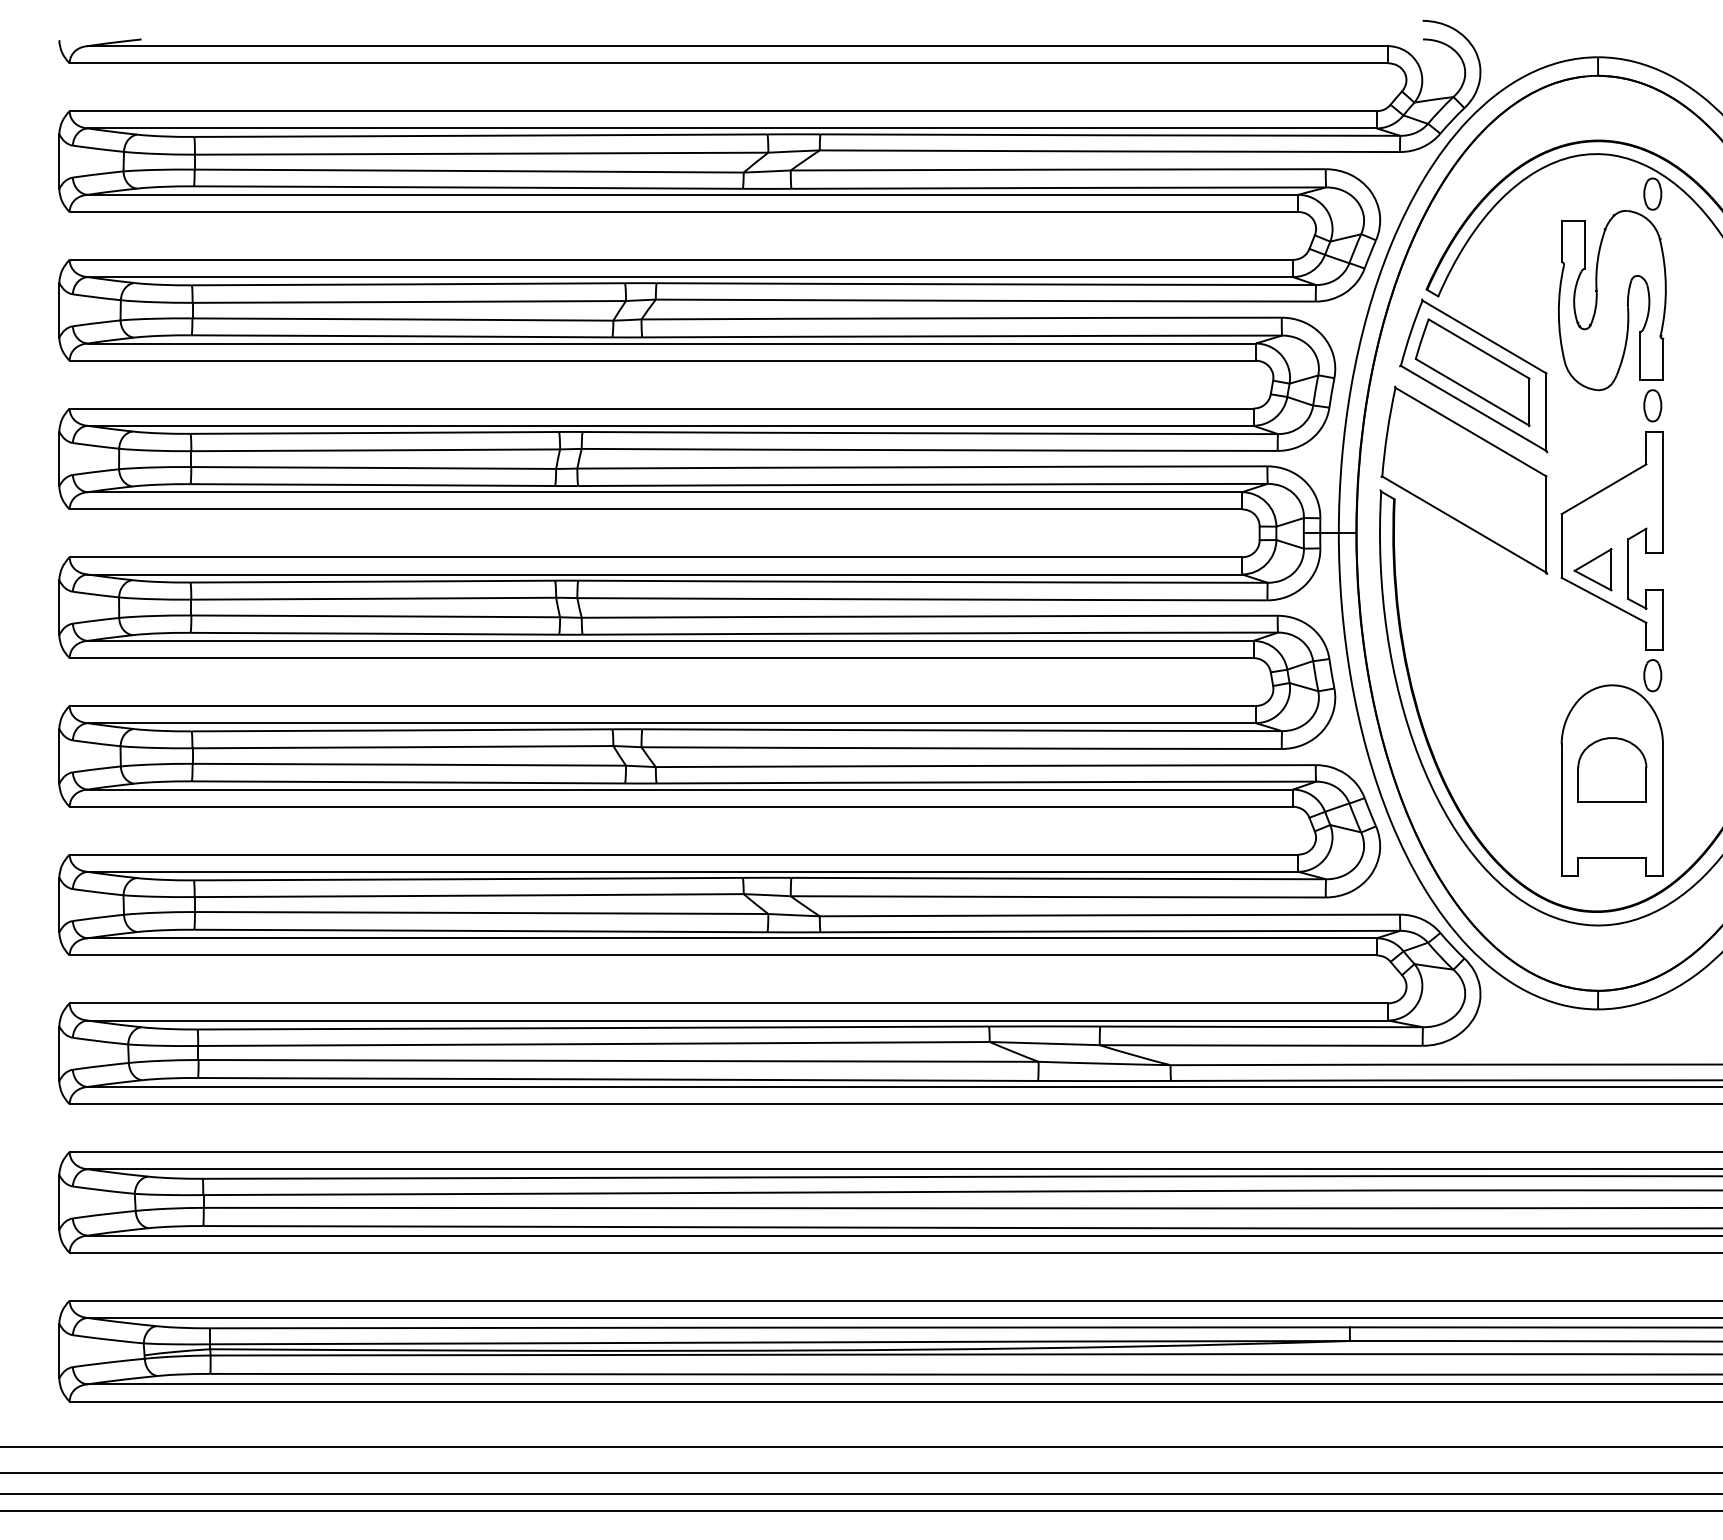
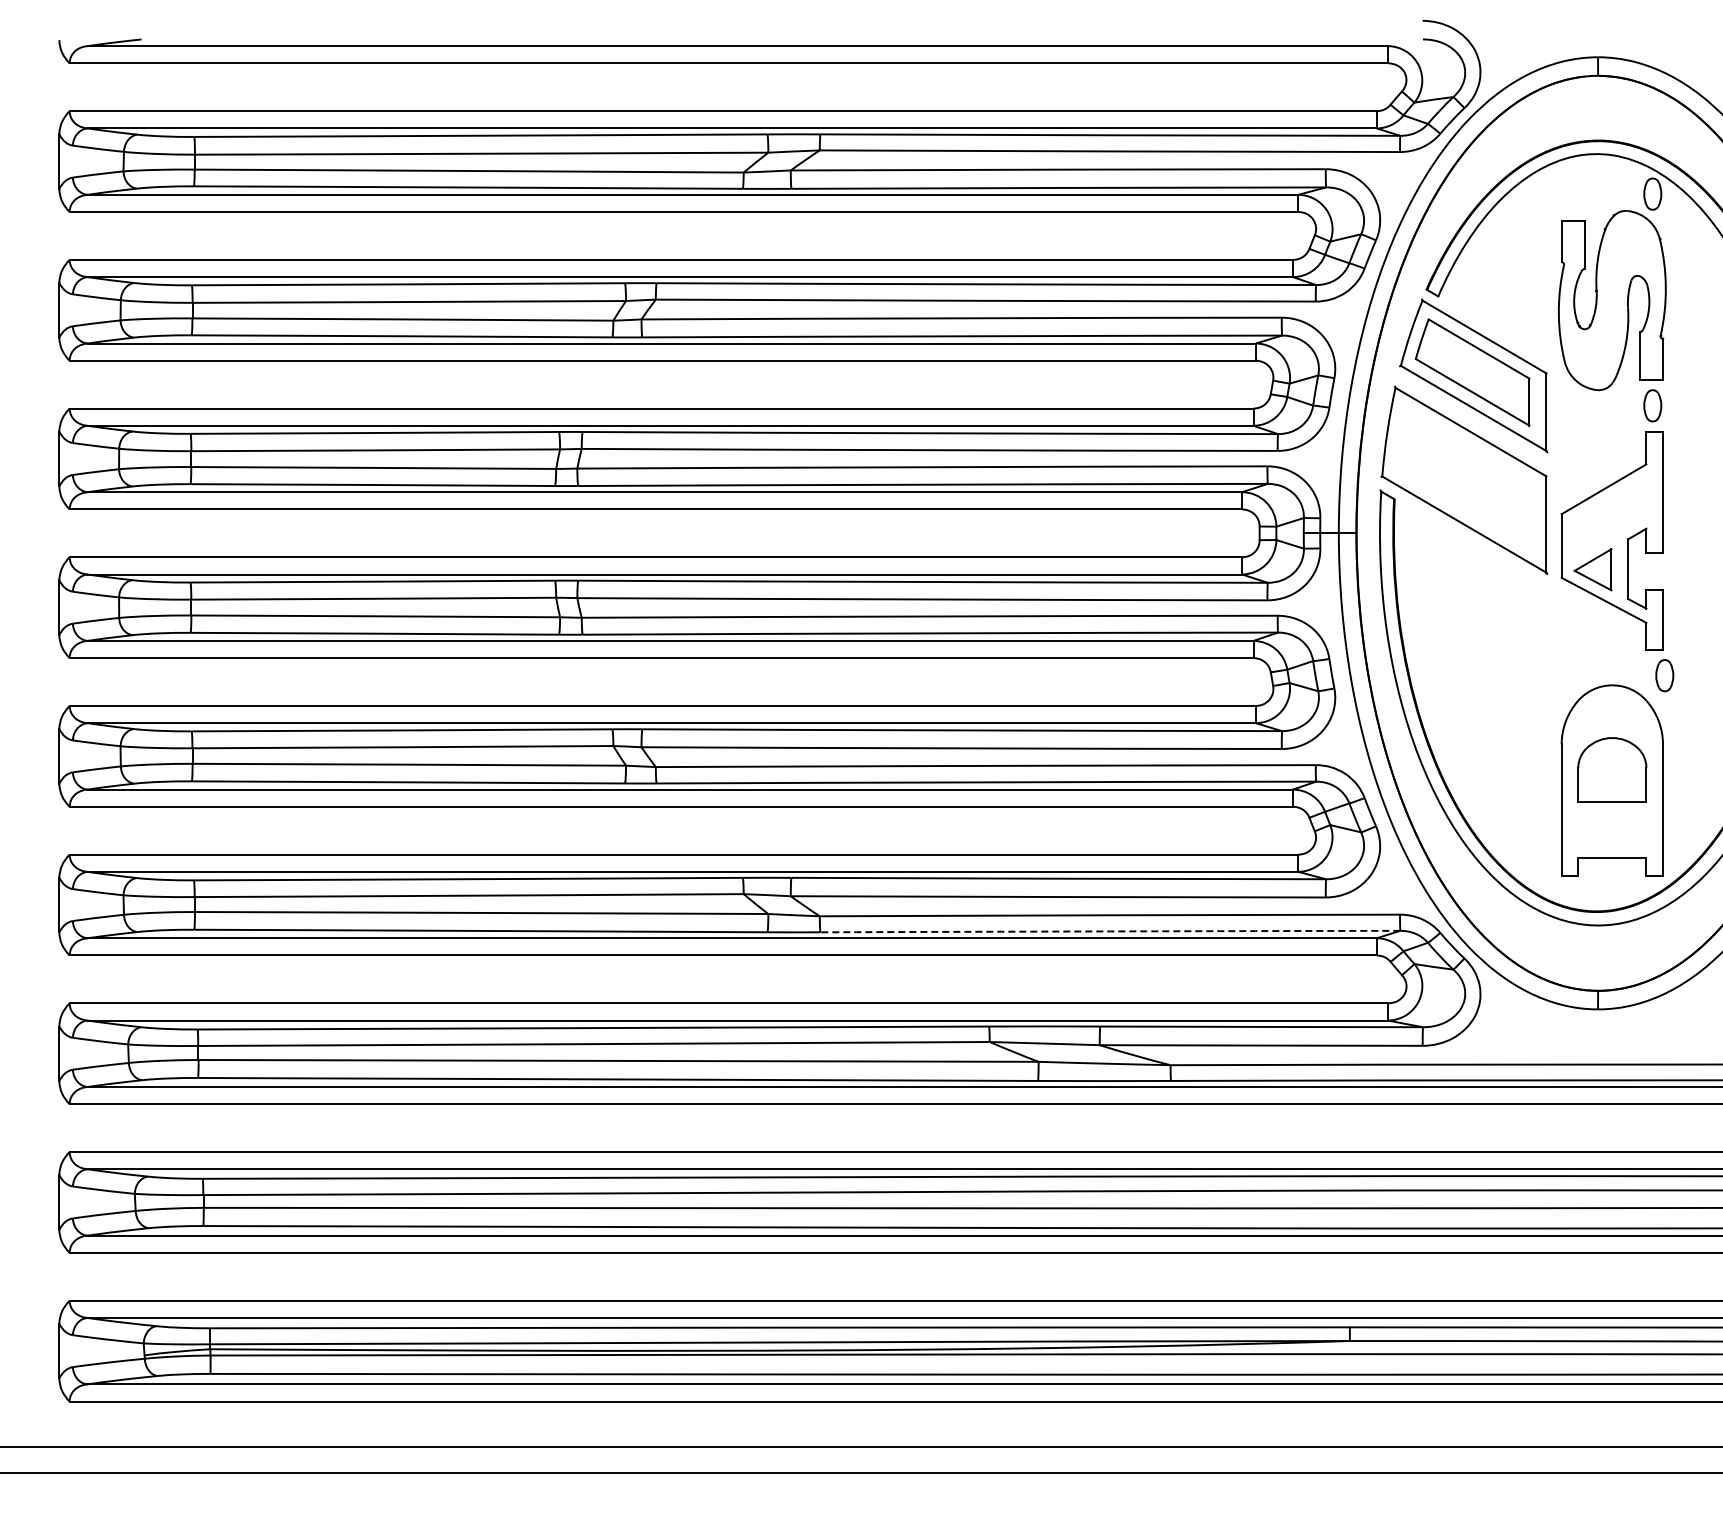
part at (1652, 675) position: (1652, 675) -> (1664, 675)
arc at (1110, 931): solid -> dashed
line at (860, 1493): present -> none
line at (860, 1510): present -> none
